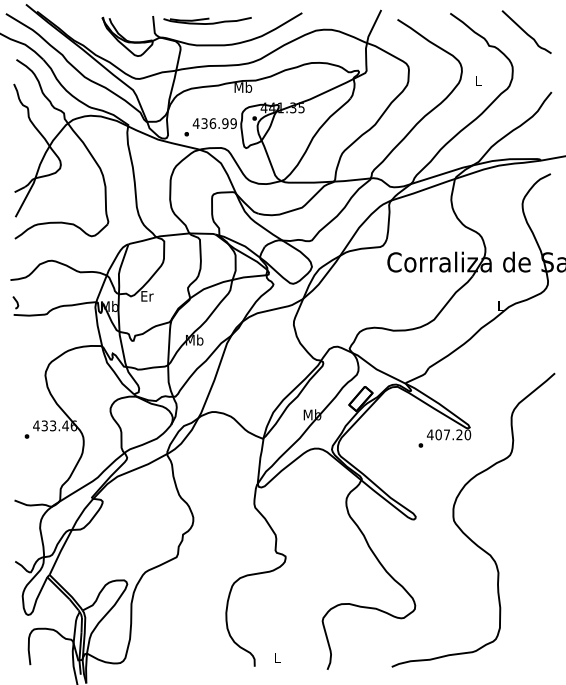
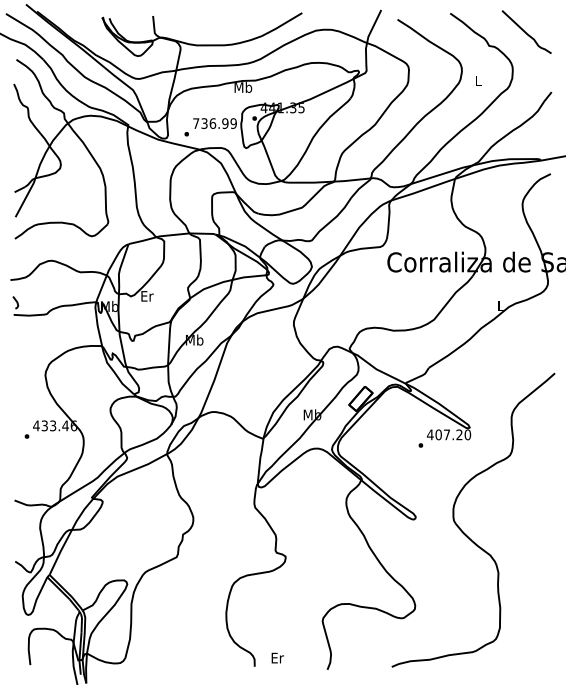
part at (207, 20): present -> none
text at (195, 123): 436.99 -> 736.99
text at (277, 657): L -> Er
